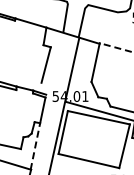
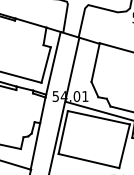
line at (116, 47): dashed -> solid
line at (52, 64): none -> present
line at (21, 77): none -> present
line at (35, 146): dashed -> solid
